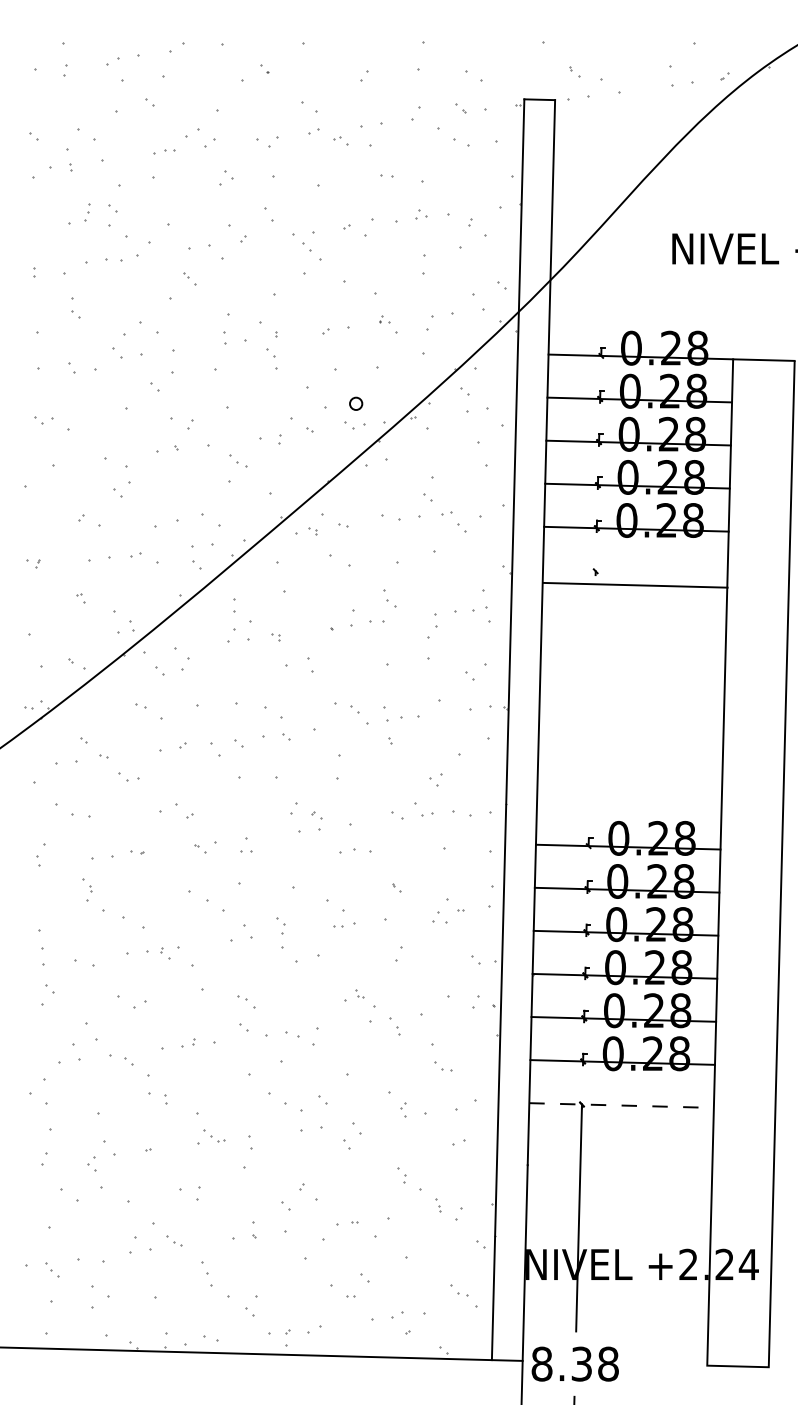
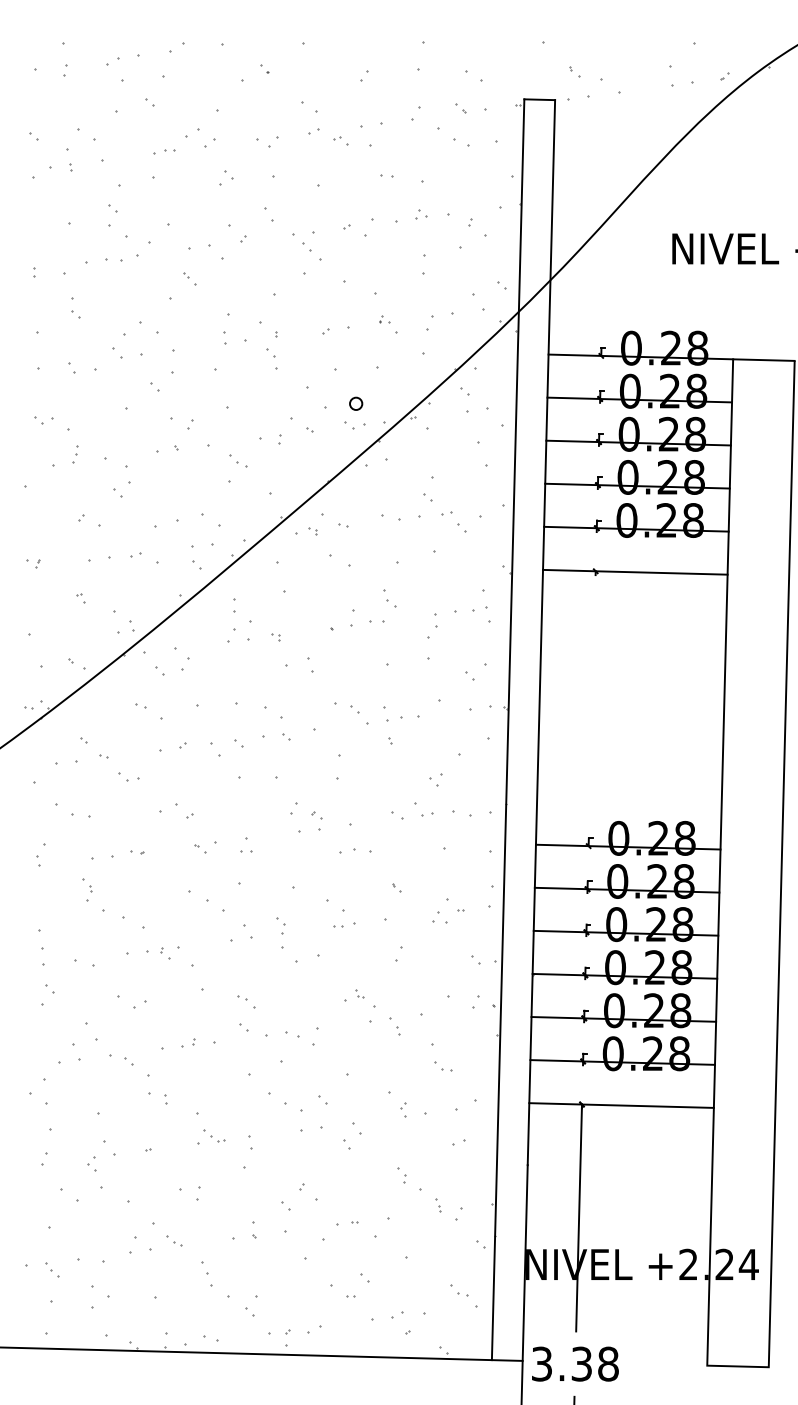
part at (87, 212) position: (87, 212) -> (75, 454)
line at (635, 584) position: (635, 584) -> (635, 571)
line at (622, 1105): dashed -> solid
text at (541, 1363): 8.38 -> 3.38
